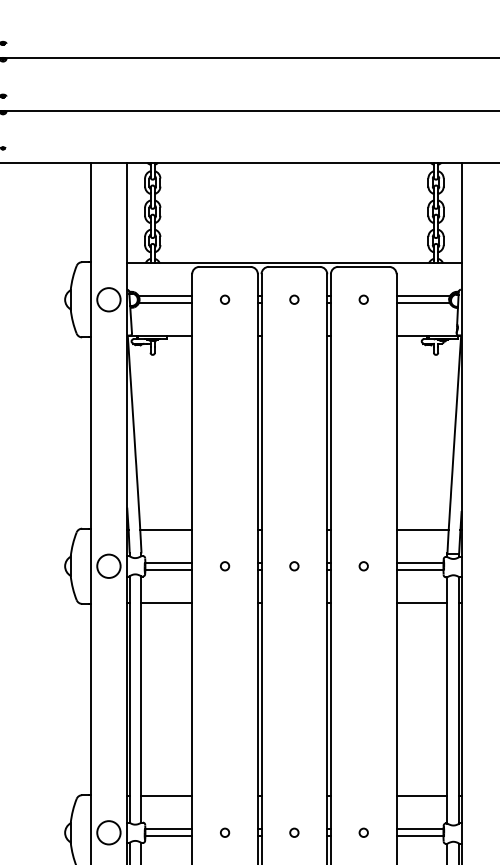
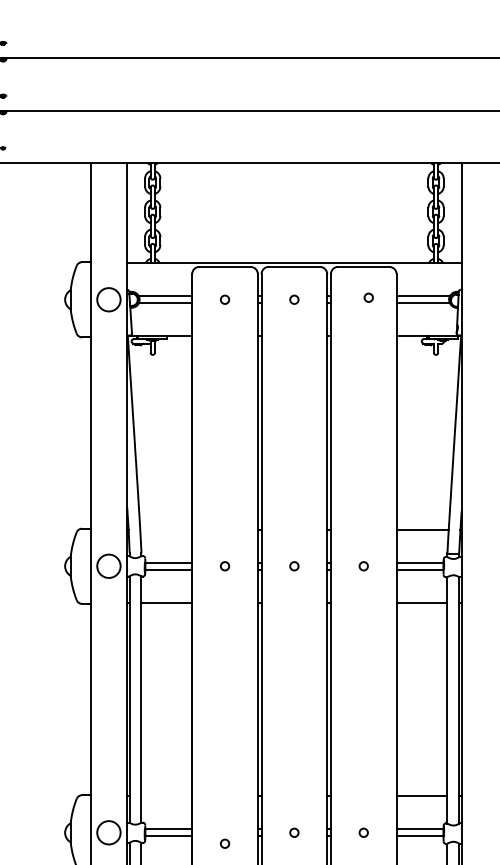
circle at (363, 299) position: (363, 299) -> (368, 297)
line at (166, 529): present -> none
line at (166, 796): present -> none
circle at (225, 832) position: (225, 832) -> (225, 843)
